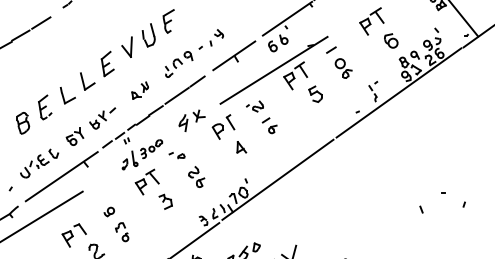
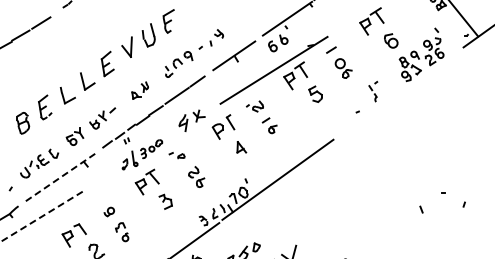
line at (398, 92): present -> none
line at (61, 176): solid -> dashed
line at (41, 217): solid -> dashed
